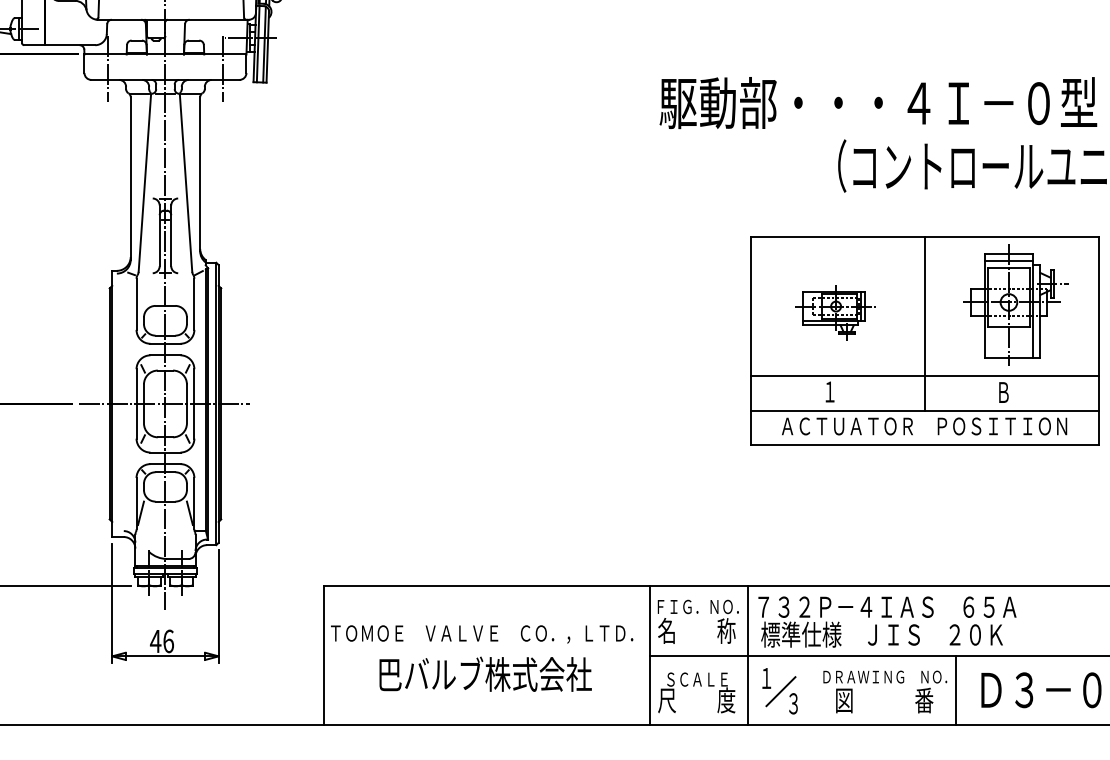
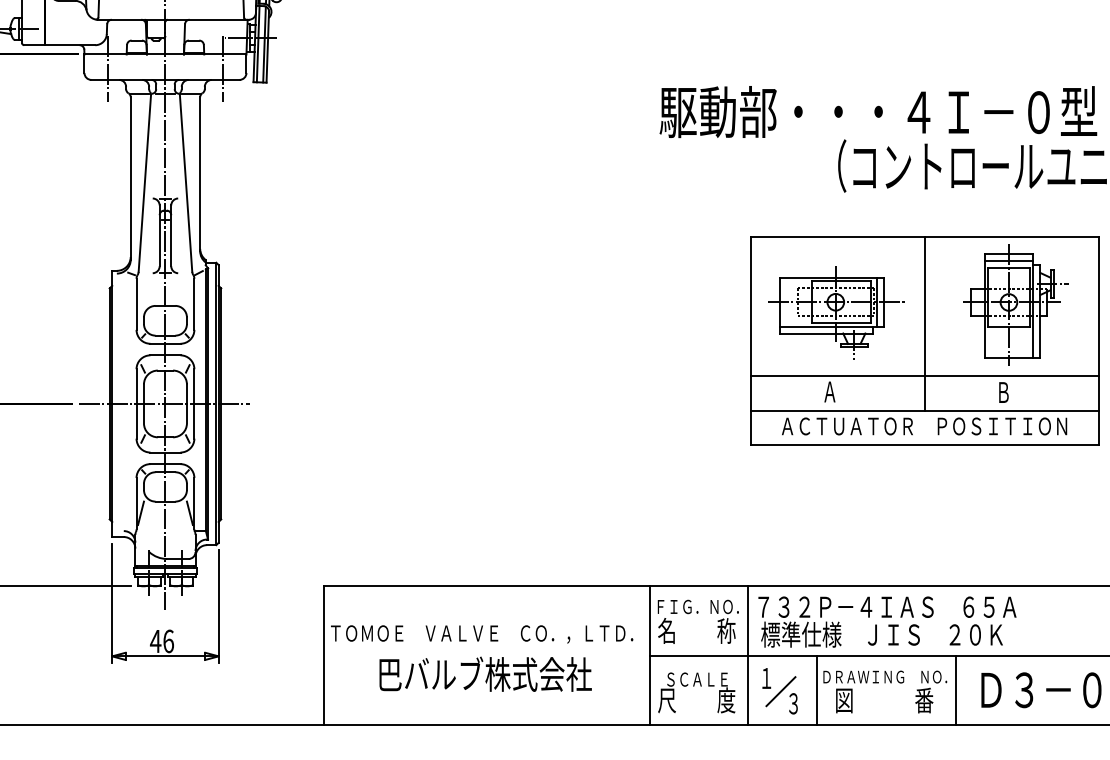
text at (878, 103) position: (878, 103) -> (878, 112)
part at (835, 312) size: 81x56 px -> 137x94 px
text at (829, 391): １ -> Ａ
line at (816, 690): none -> present
